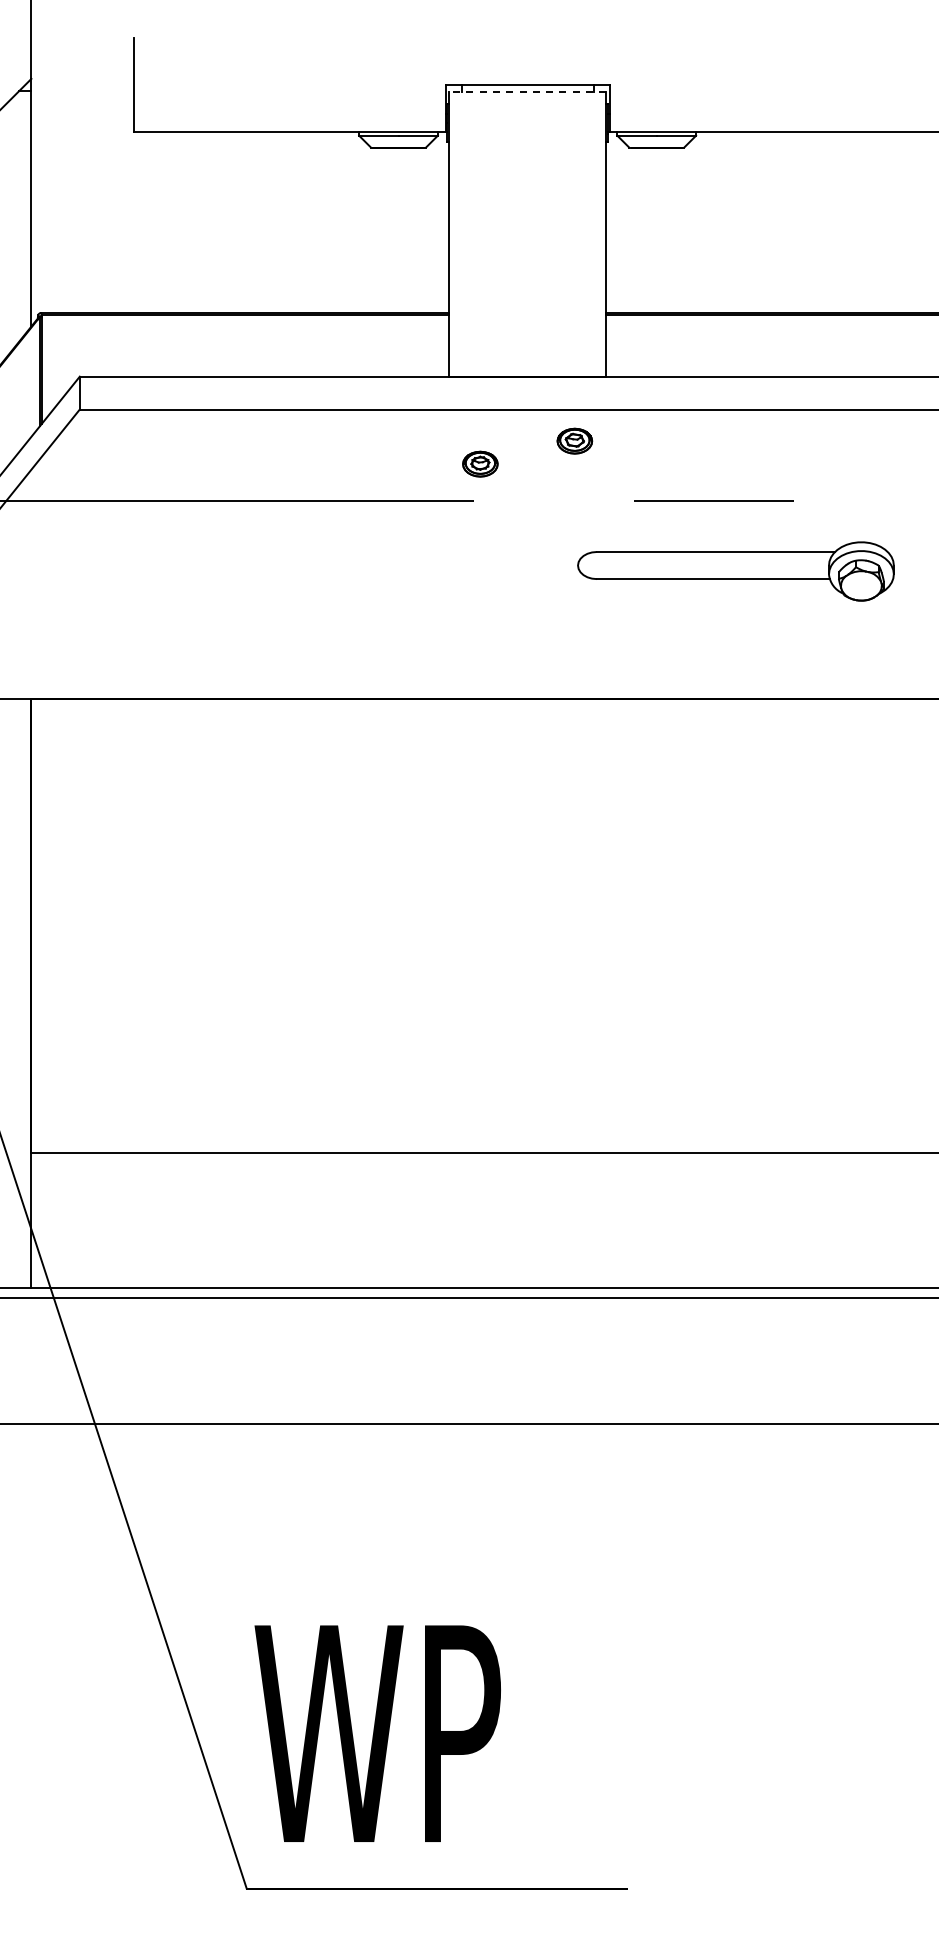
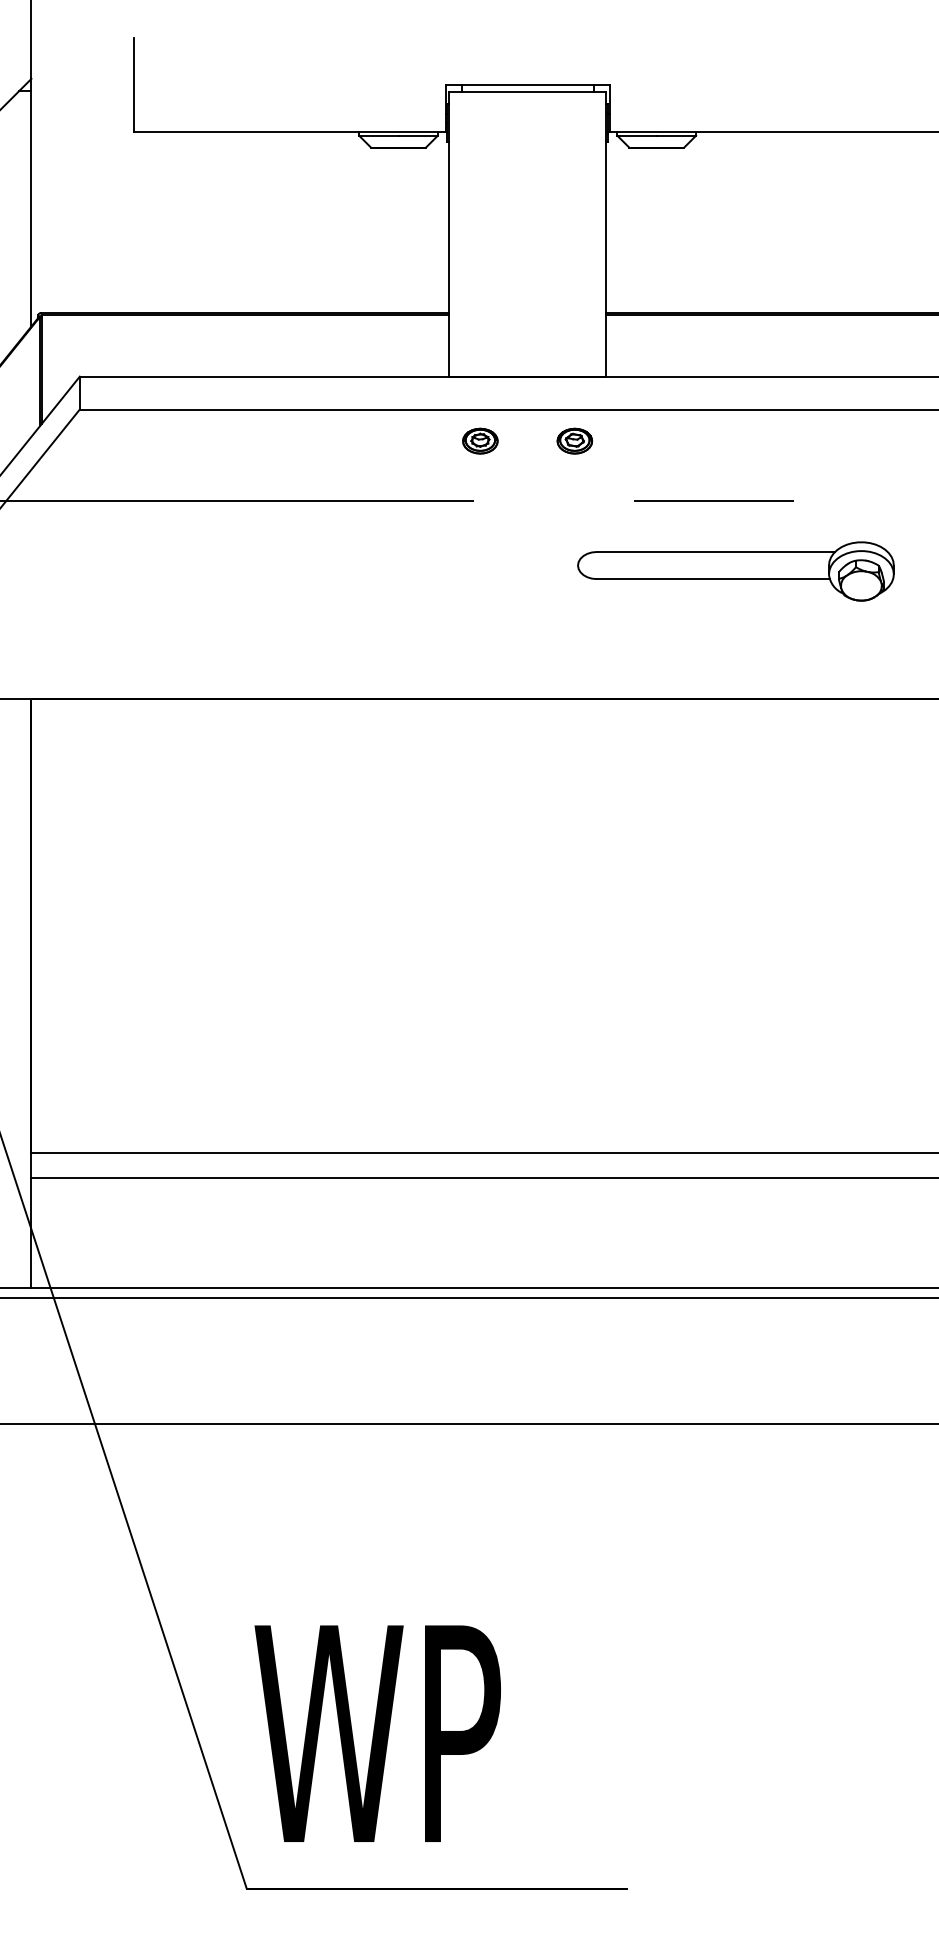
line at (527, 91): dashed -> solid
part at (480, 463) position: (480, 463) -> (480, 440)
line at (483, 1177): none -> present
